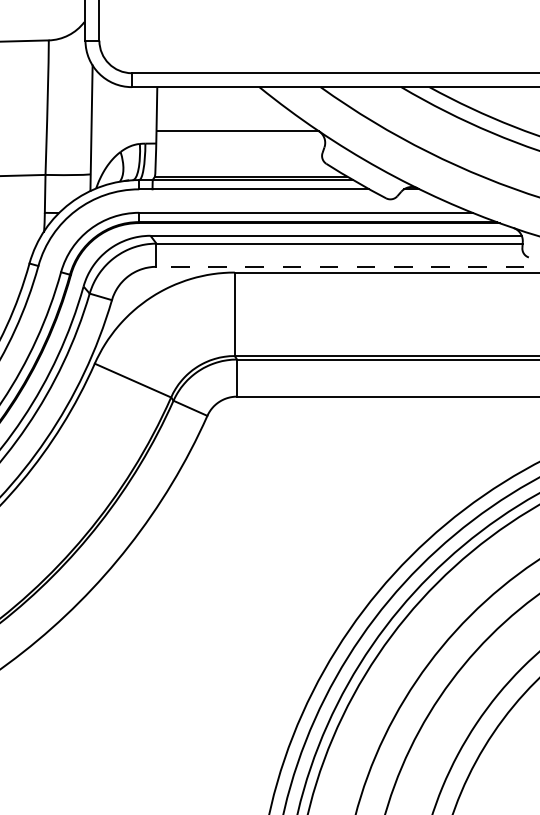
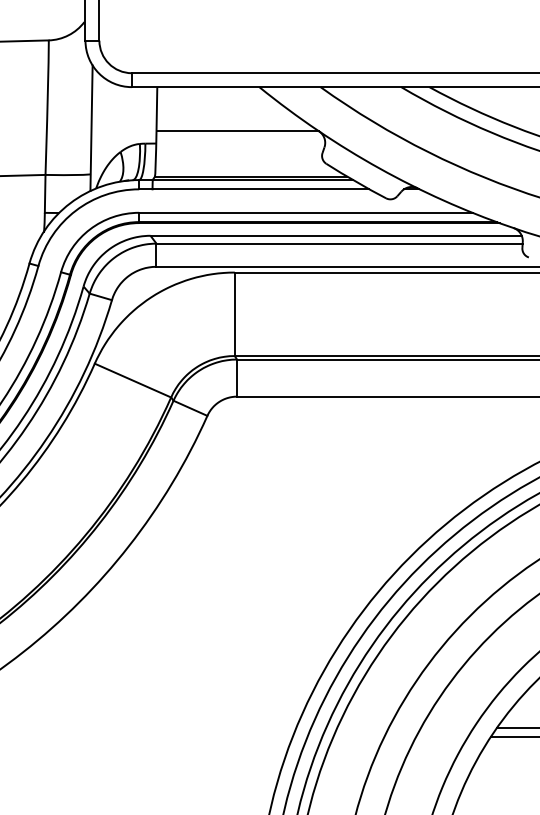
line at (347, 266): dashed -> solid
line at (516, 728): none -> present
line at (513, 737): none -> present
